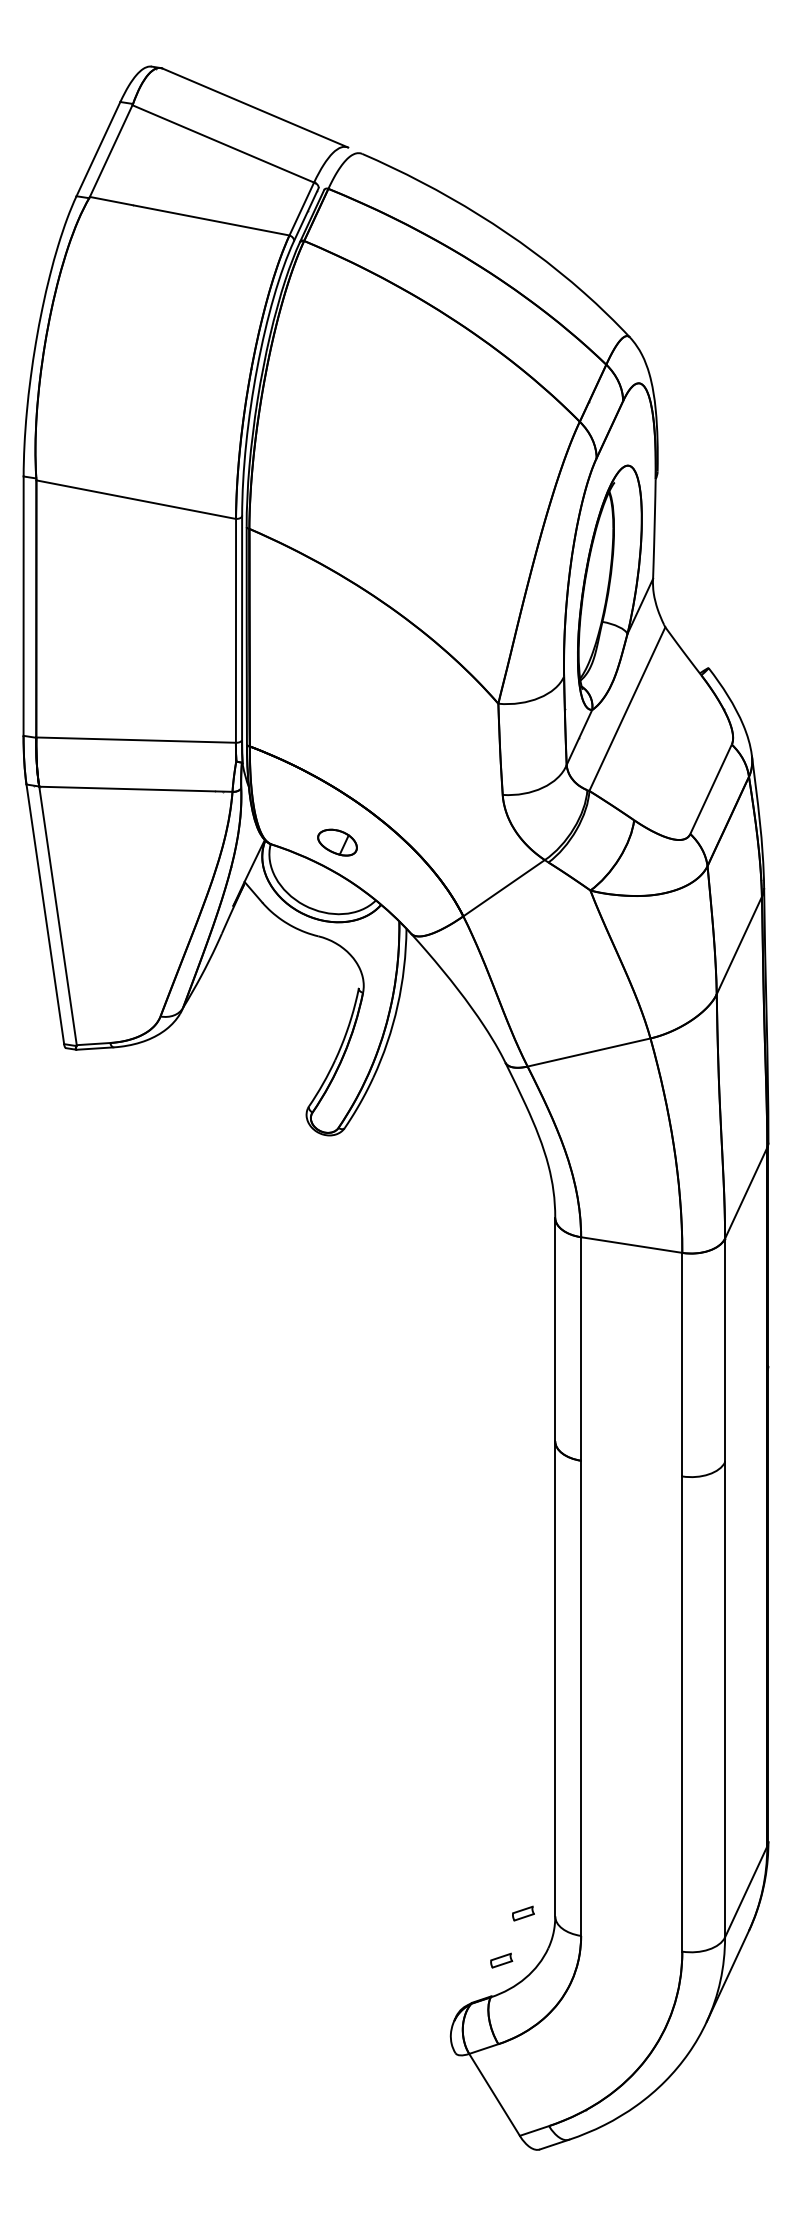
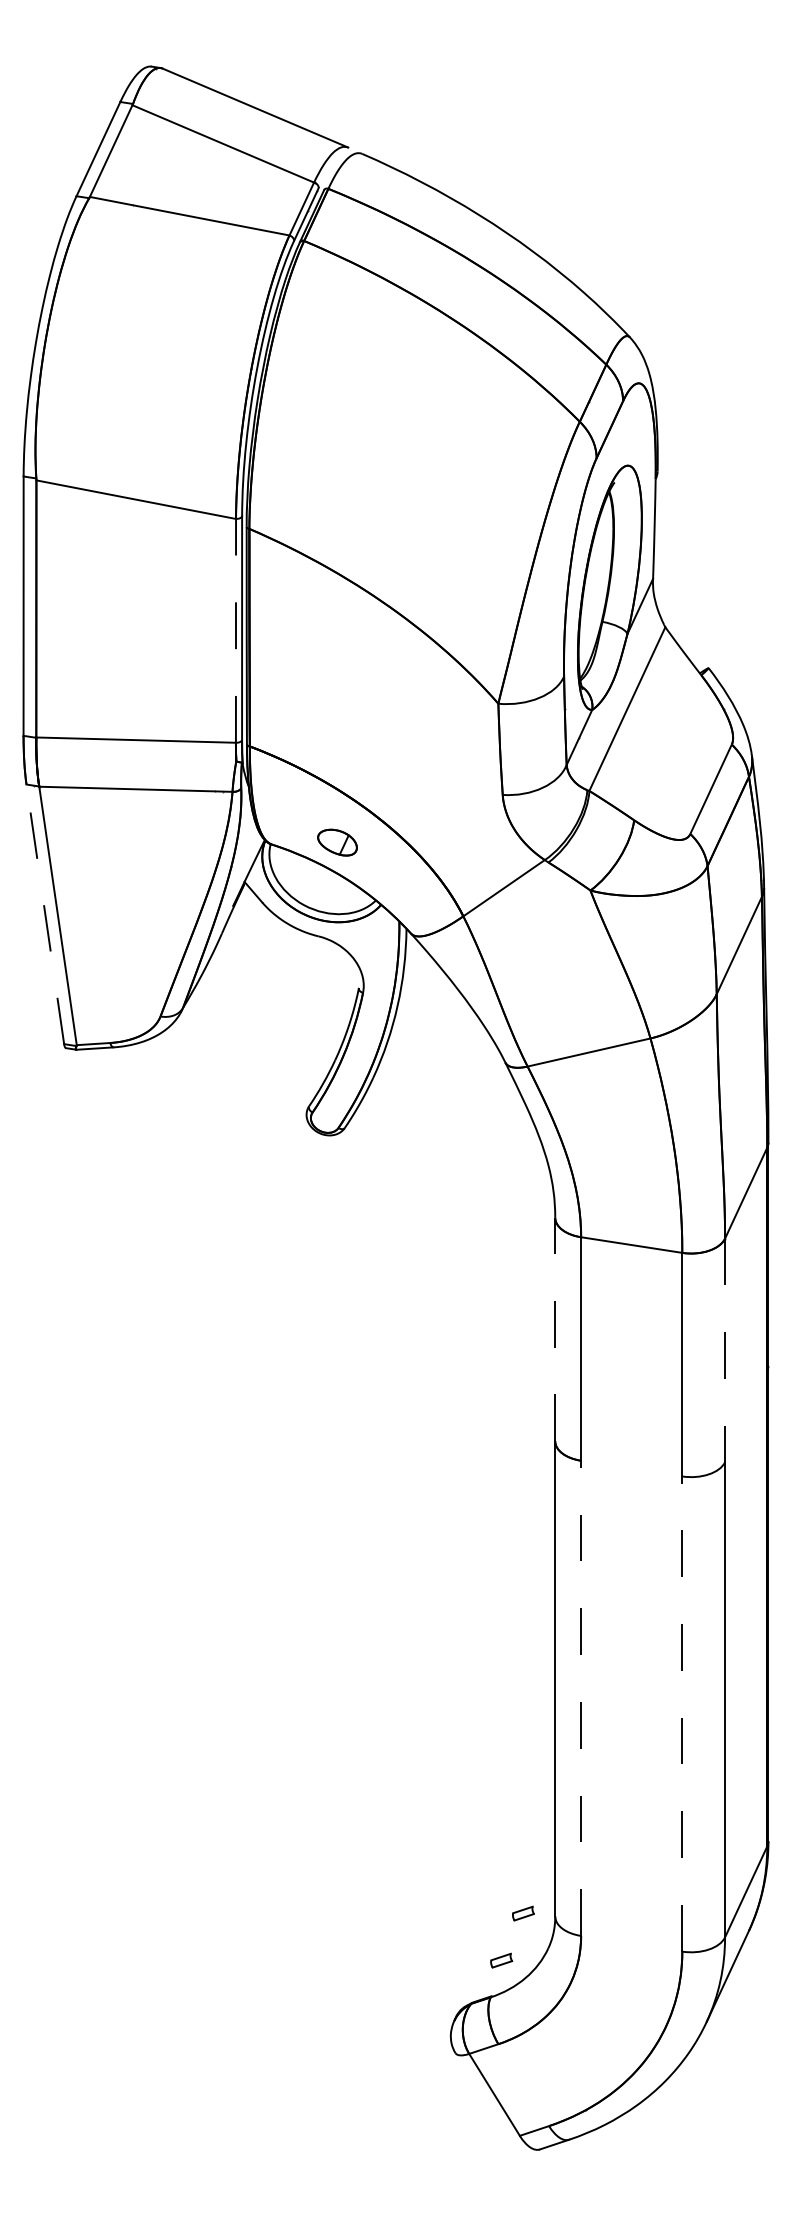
line at (235, 630): solid -> dashed
line at (45, 913): solid -> dashed
line at (555, 1329): solid -> dashed
line at (725, 1350): solid -> dashed
line at (581, 1698): solid -> dashed
line at (682, 1714): solid -> dashed
